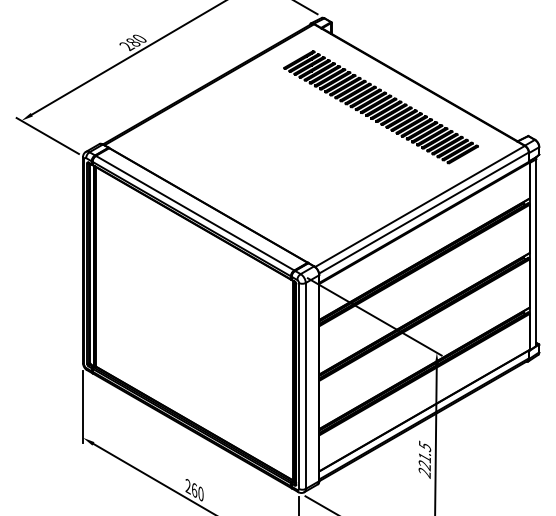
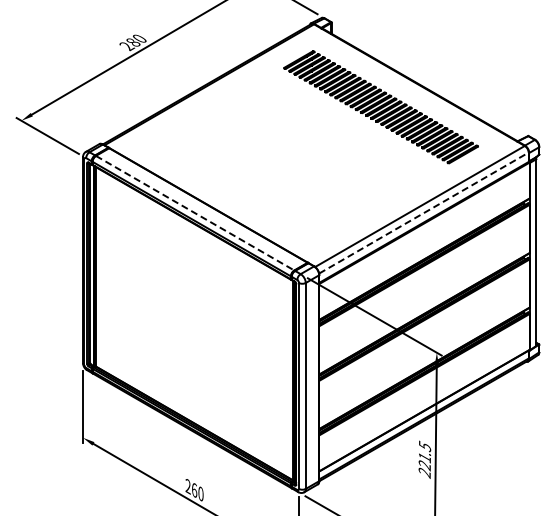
line at (195, 213): solid -> dashed
line at (423, 213): solid -> dashed
